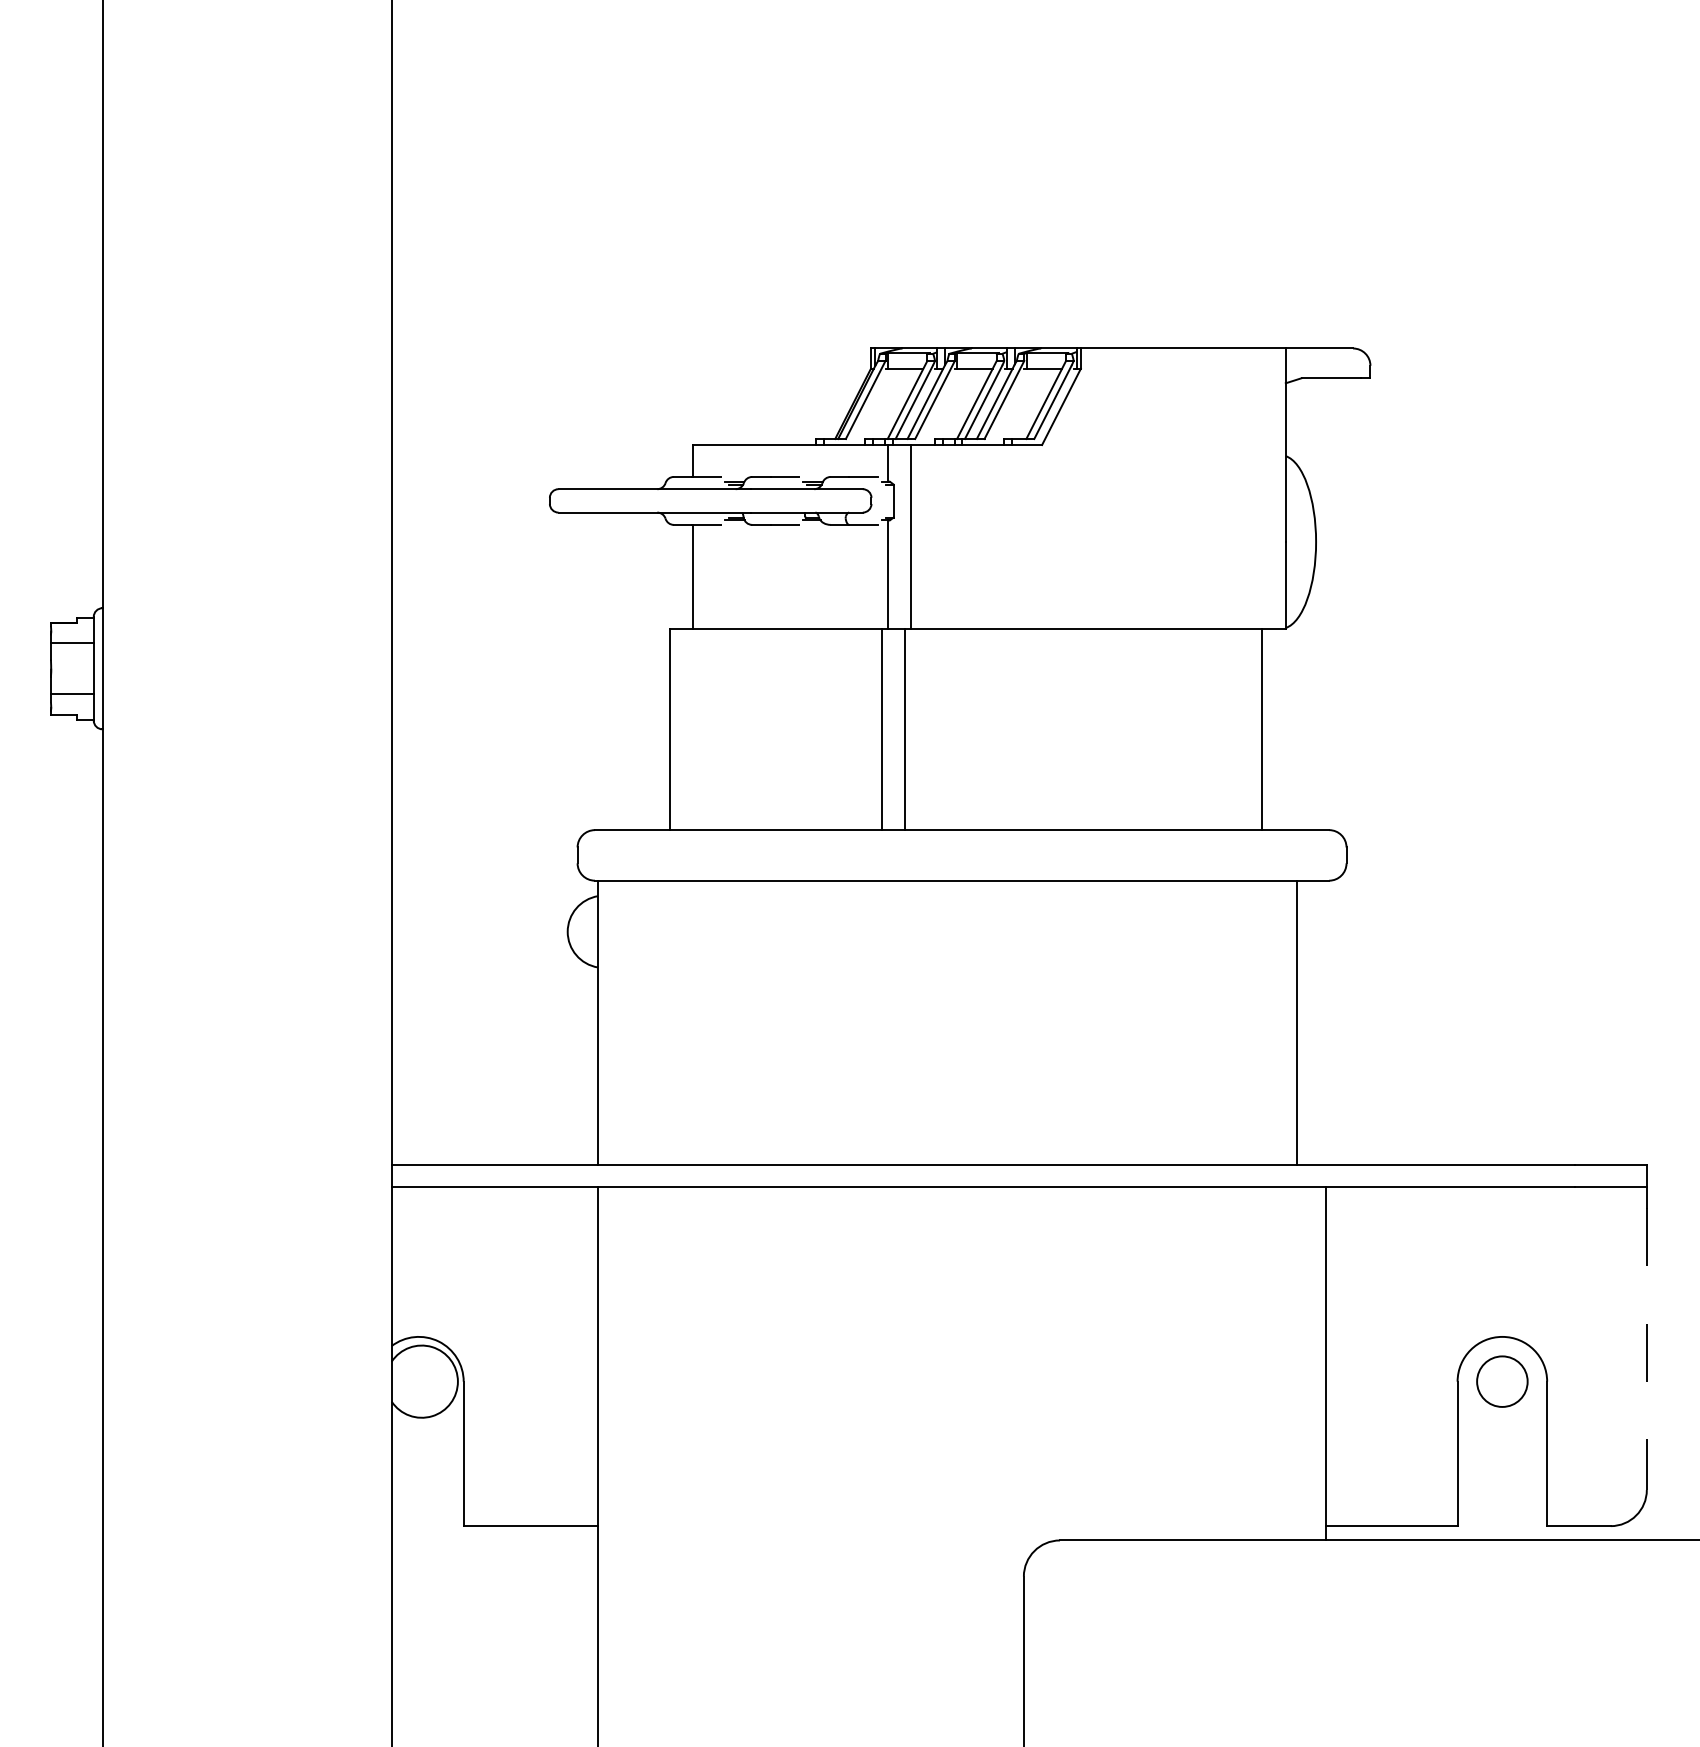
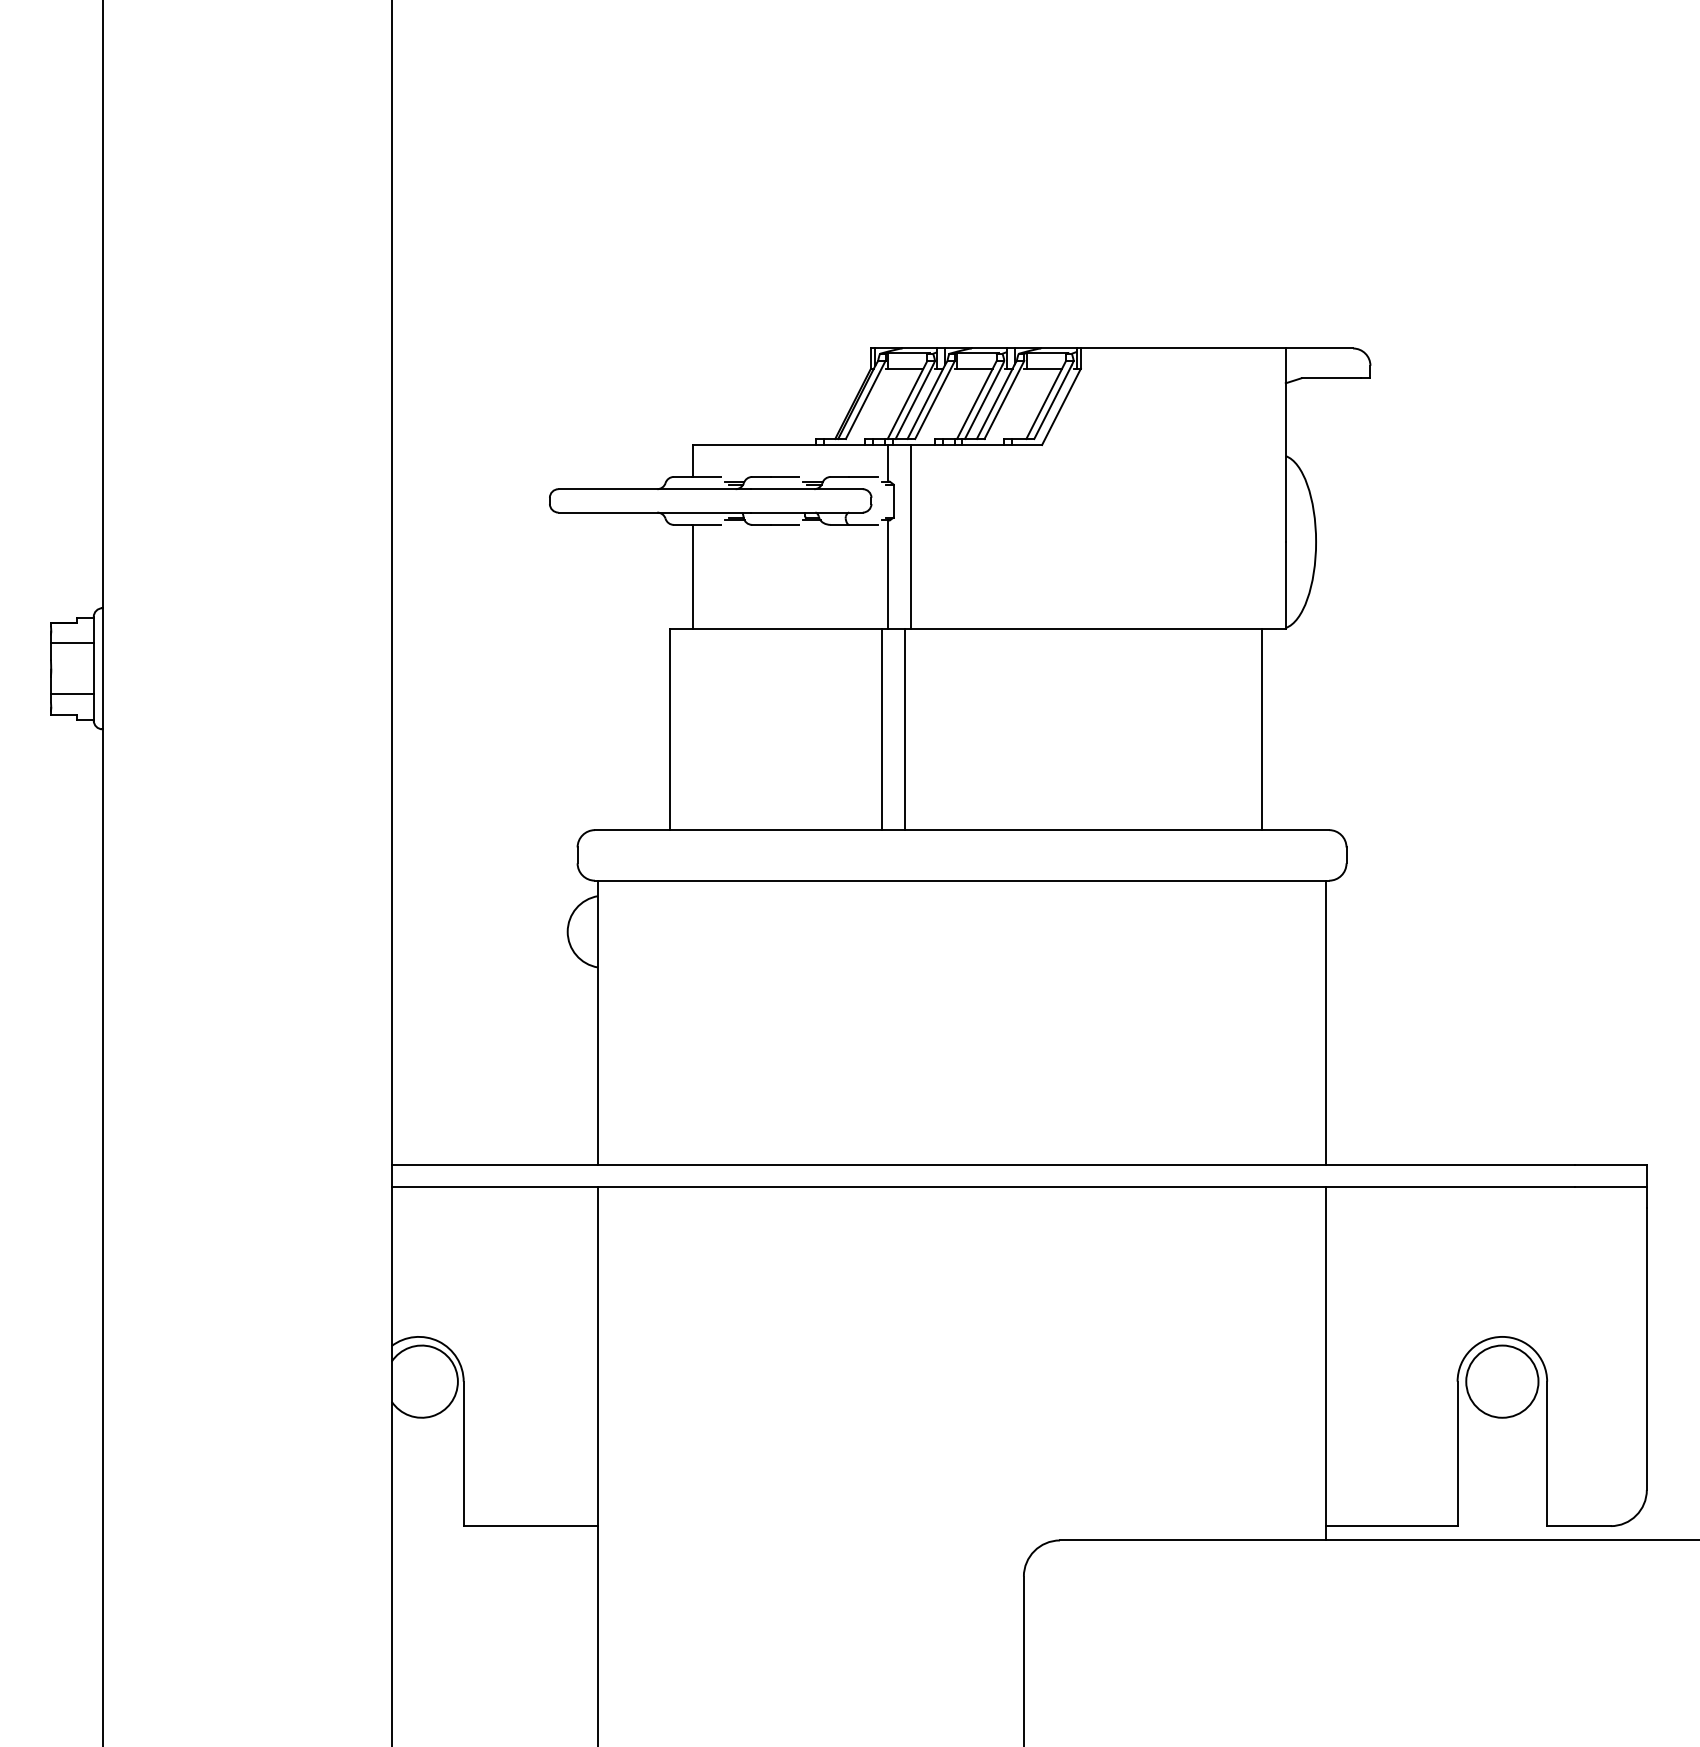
line at (1297, 1022) position: (1297, 1022) -> (1326, 1022)
line at (1646, 1349): dashed -> solid
circle at (1502, 1381) diameter: 51 px -> 72 px
